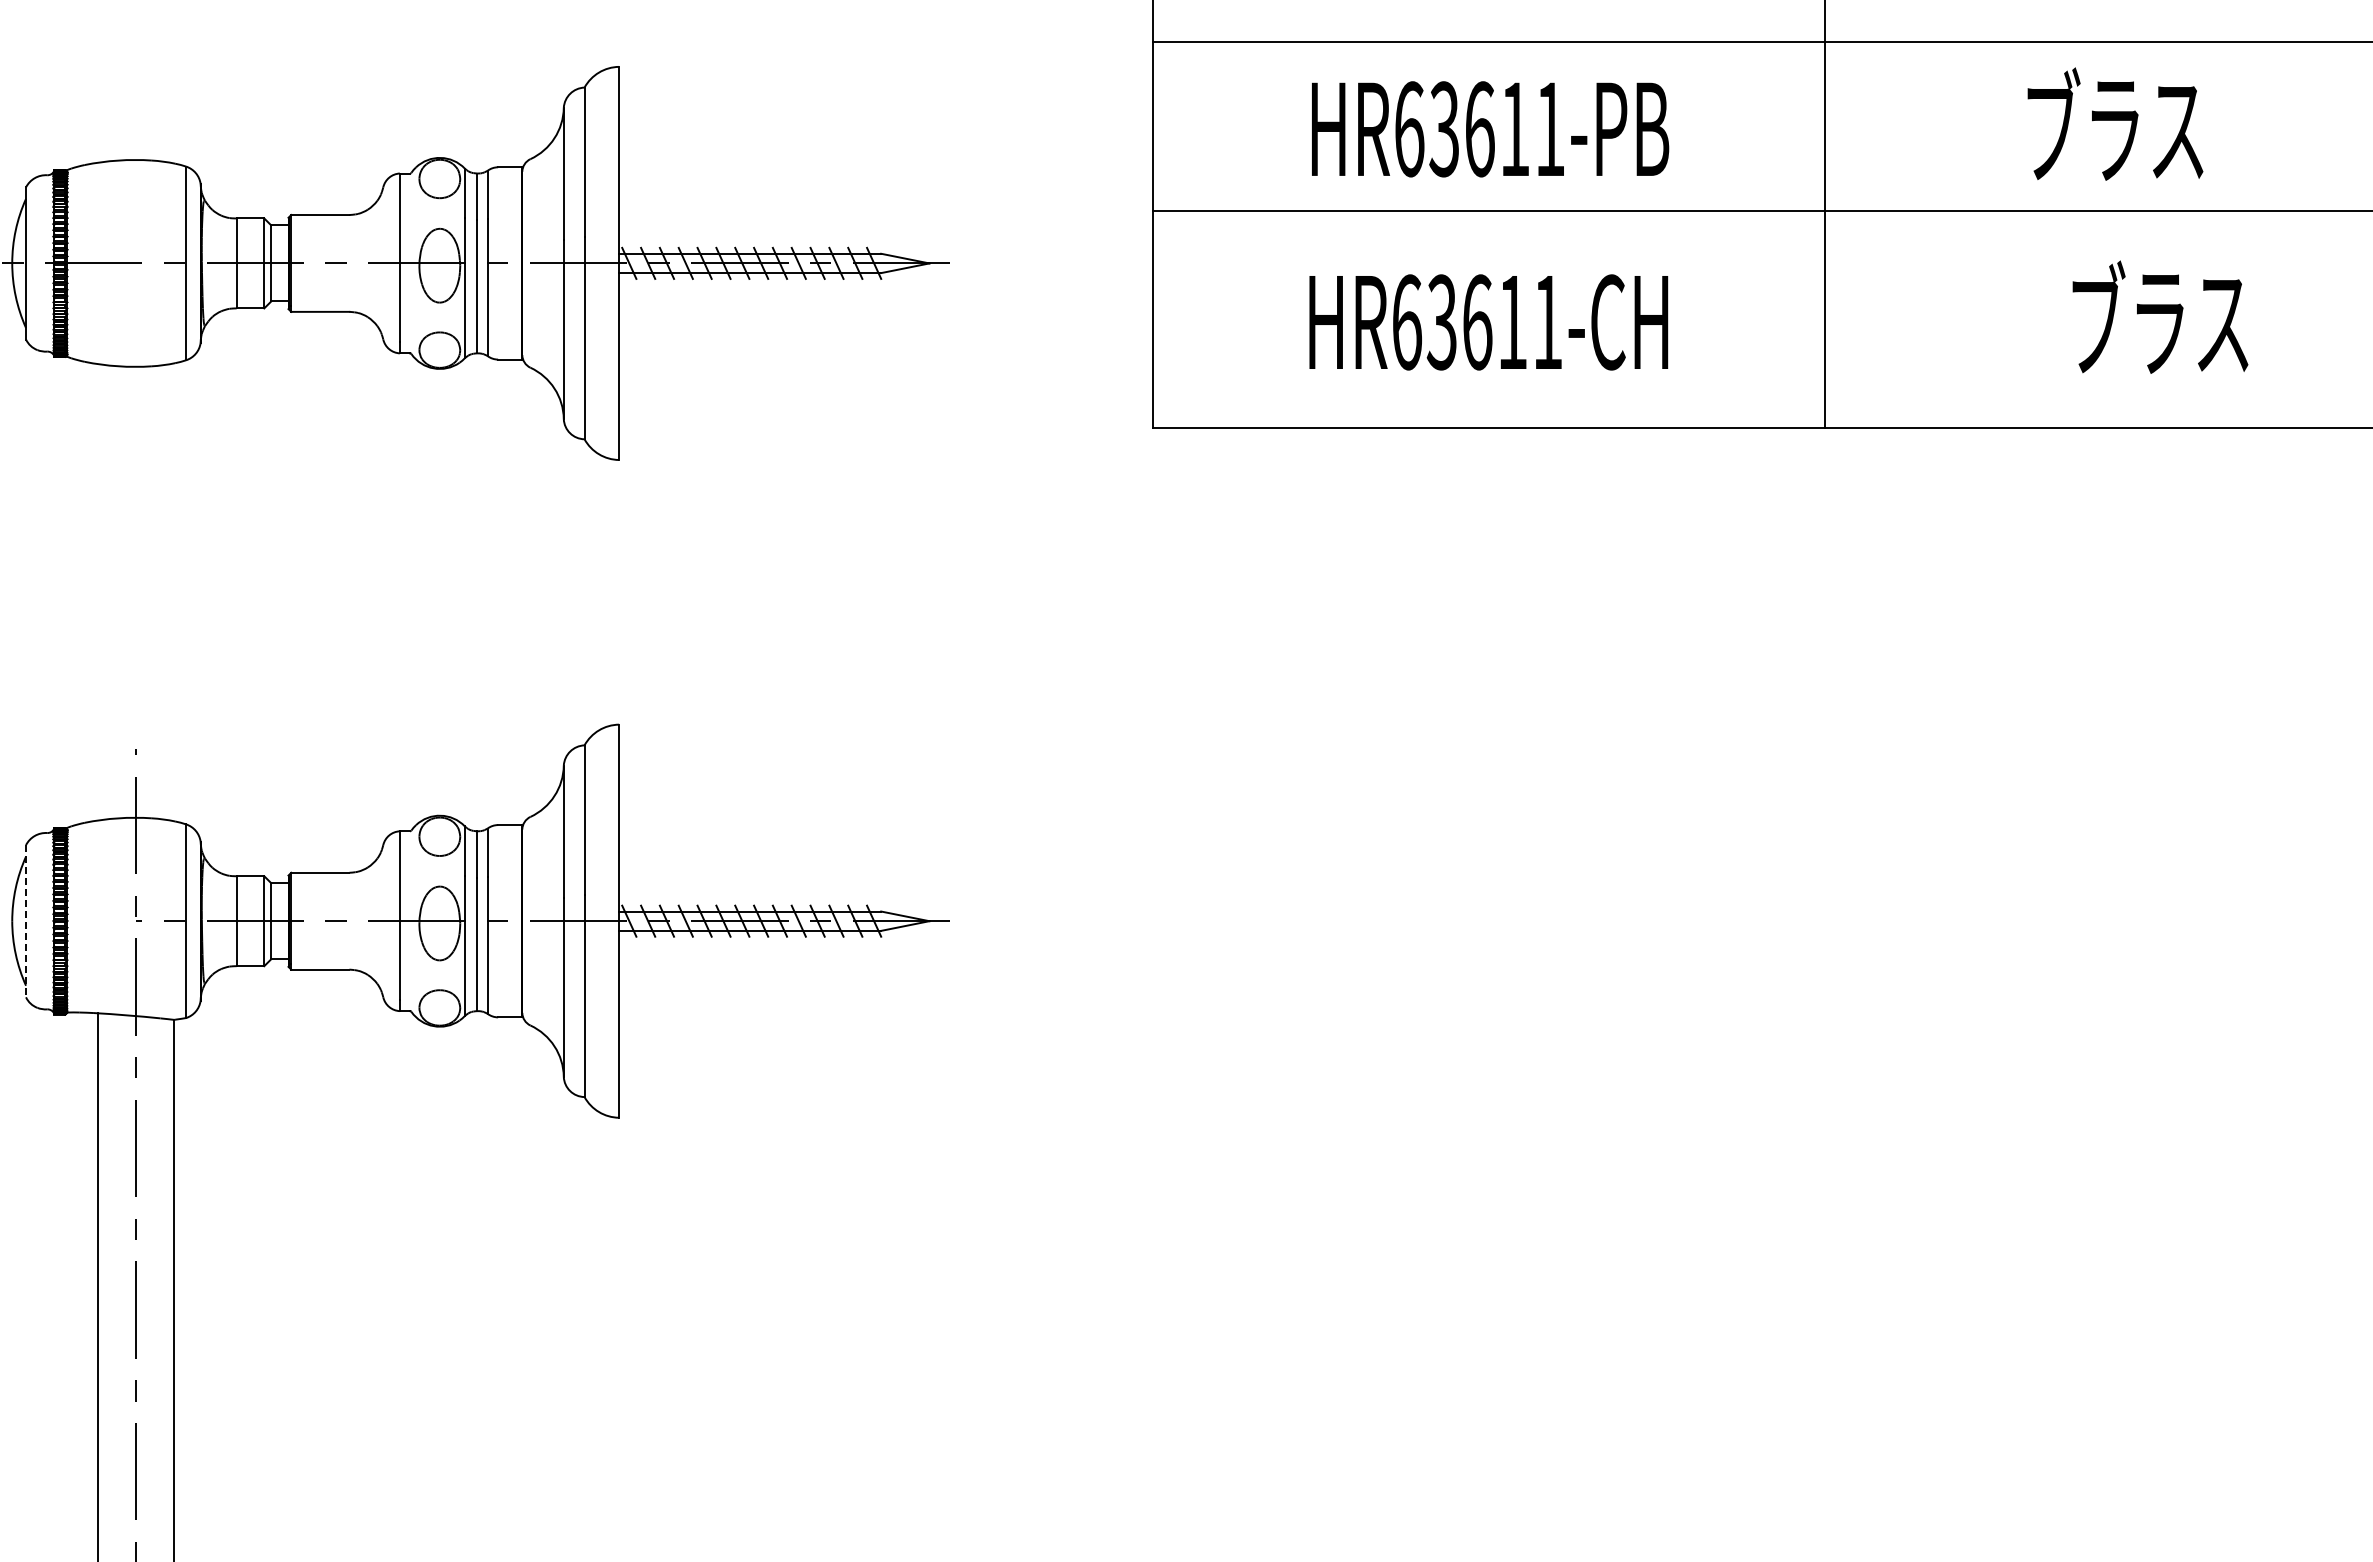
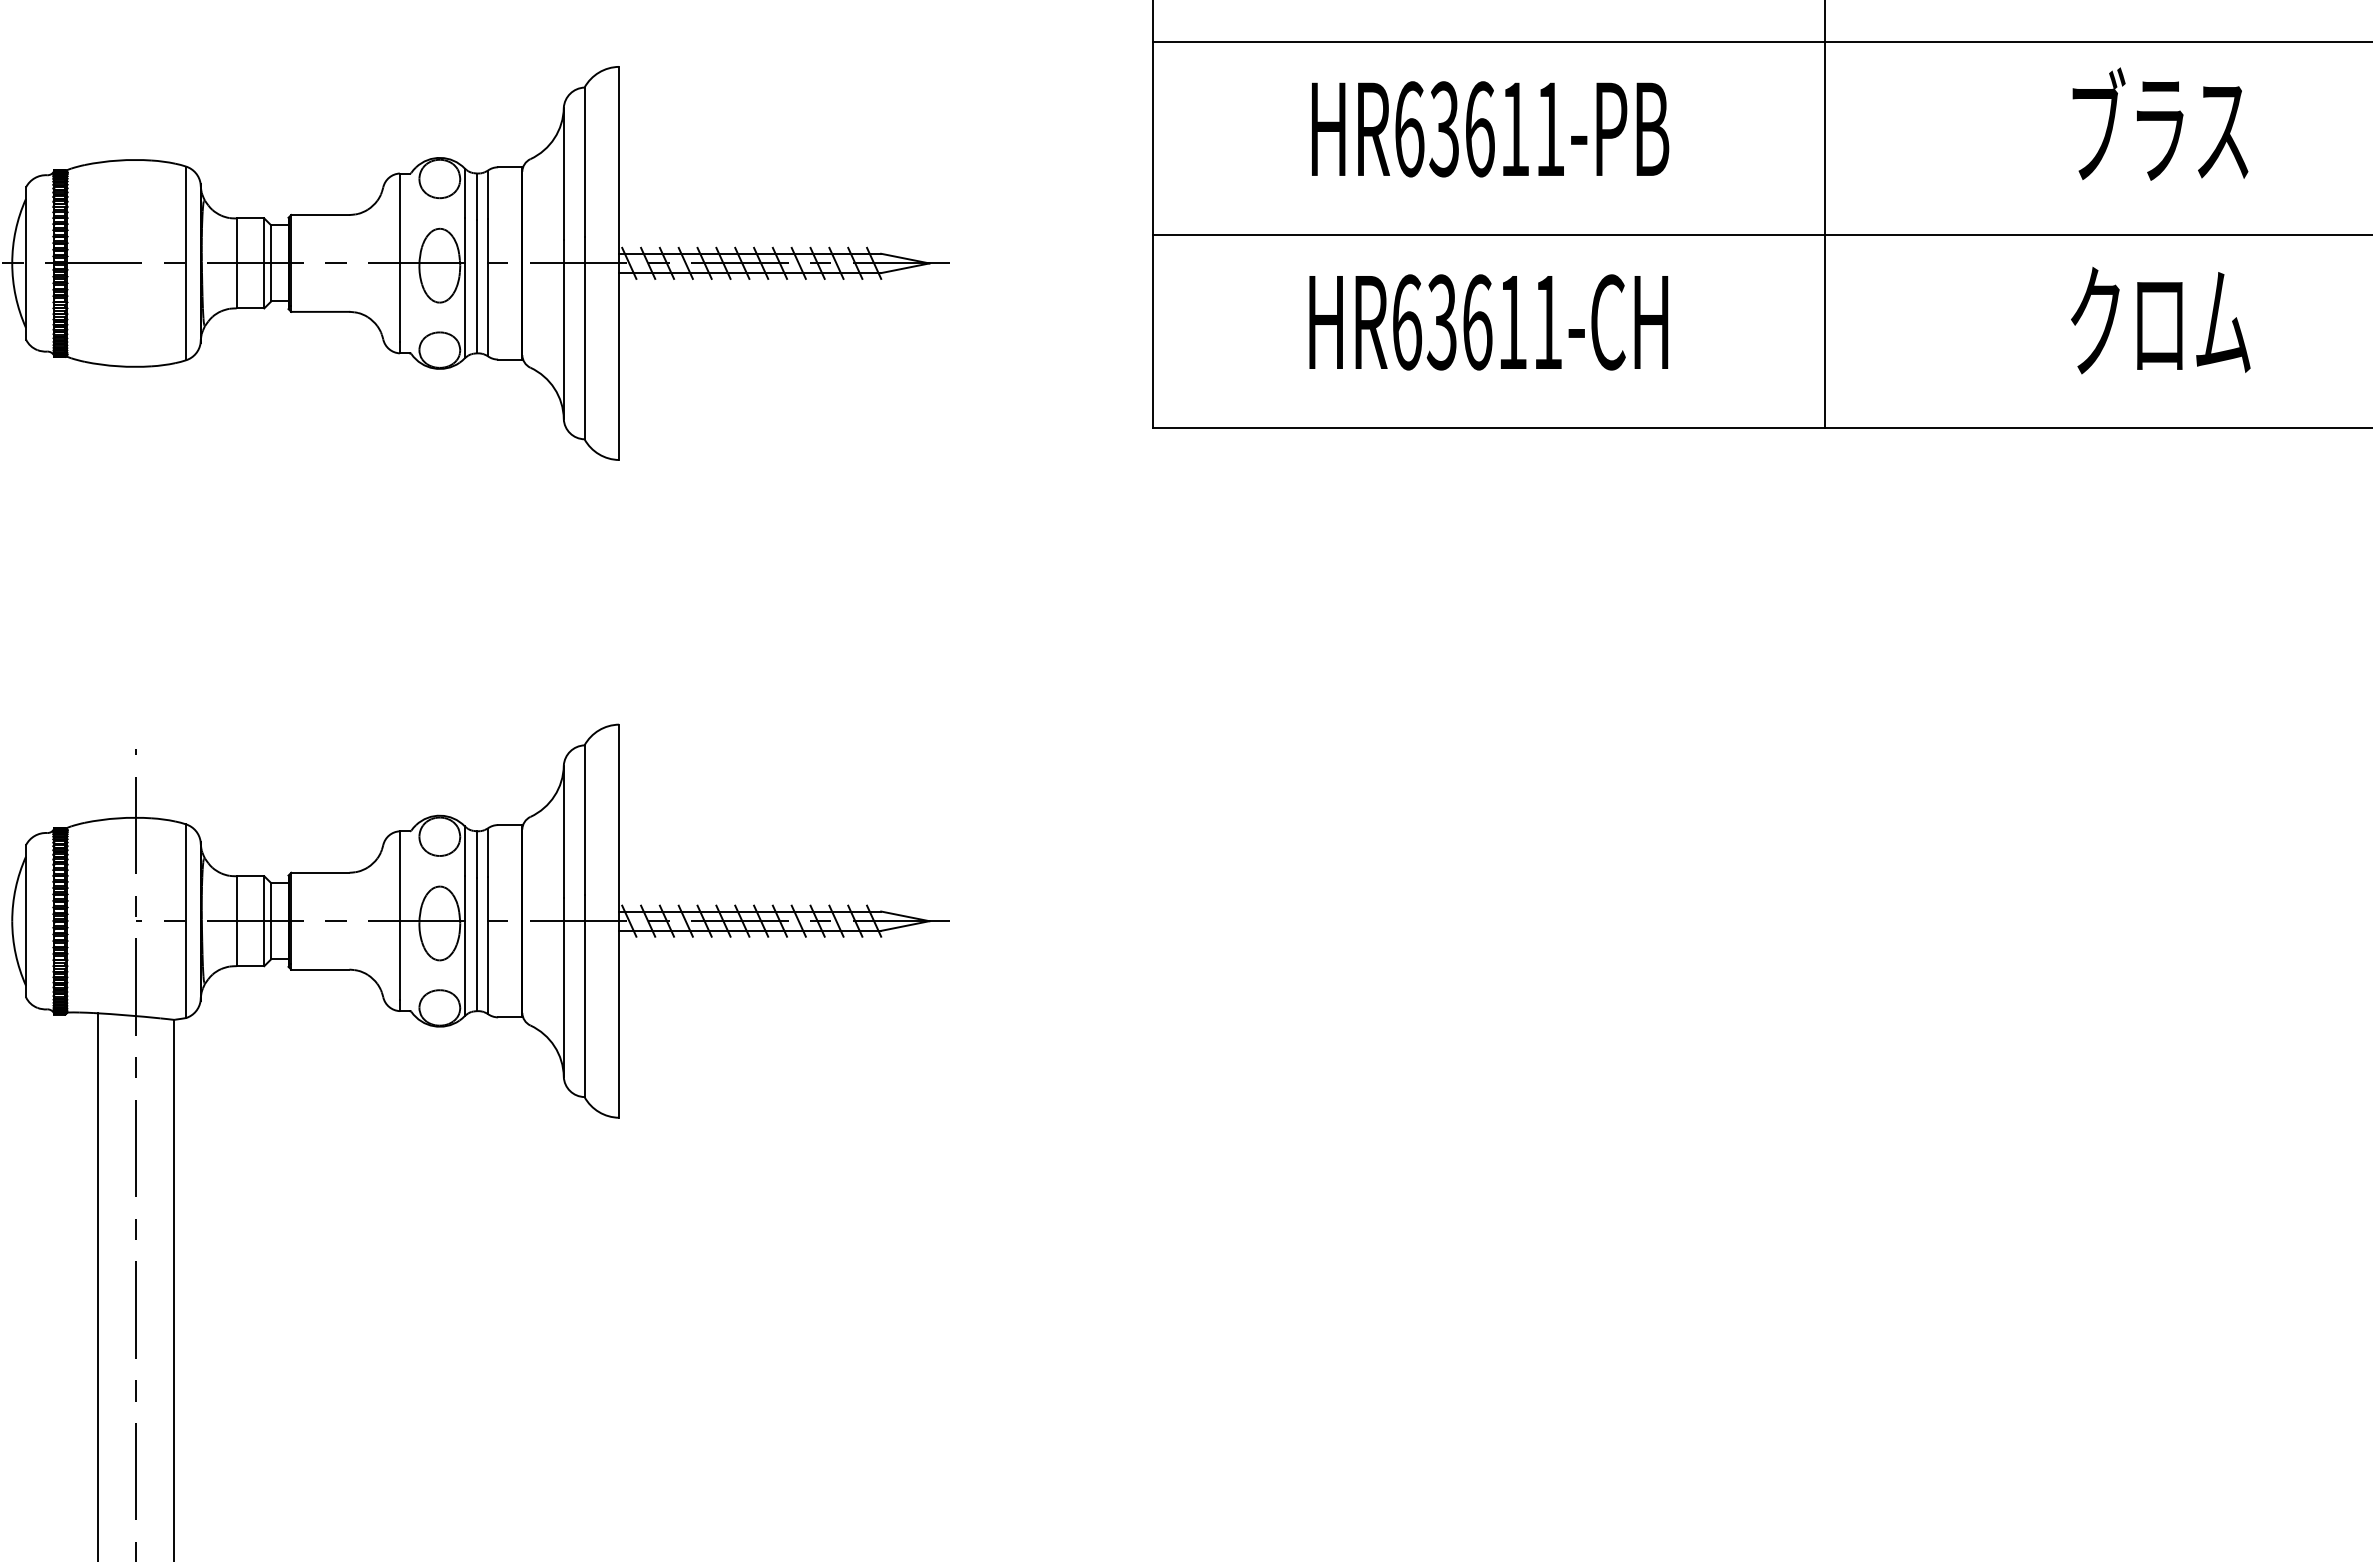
text at (2115, 123) position: (2115, 123) -> (2160, 123)
line at (1760, 211) position: (1760, 211) -> (1760, 235)
text at (2160, 317): ブラス -> クロム
line at (26, 921): dashed -> solid
